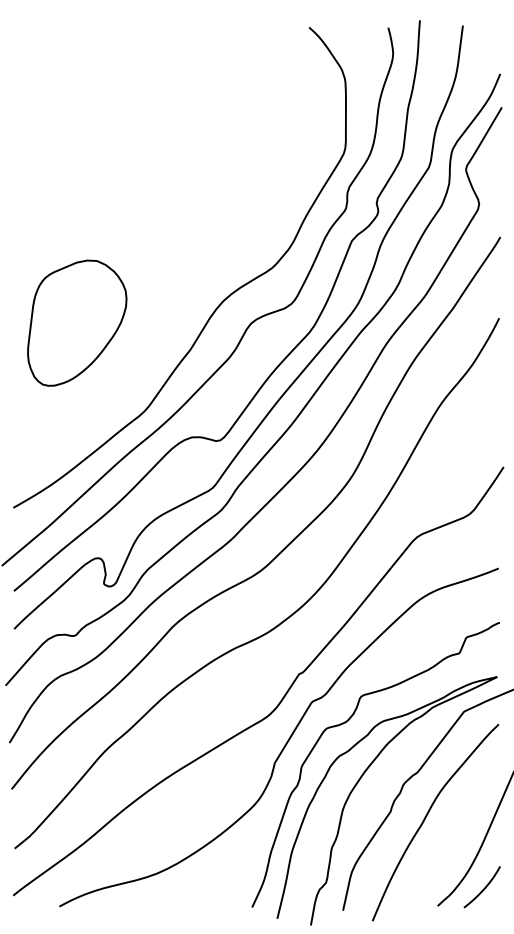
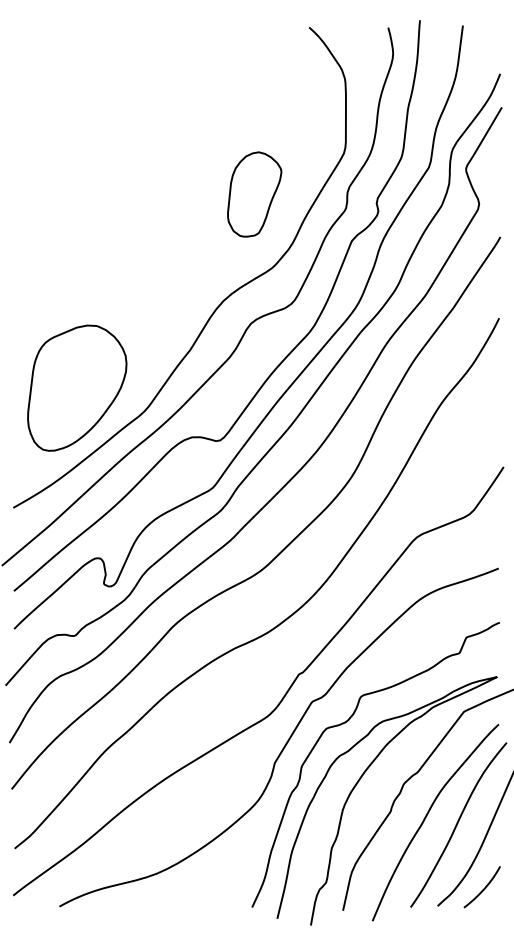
part at (254, 194): none -> present
part at (77, 322) position: (77, 322) -> (77, 387)
curve at (458, 823): none -> present
